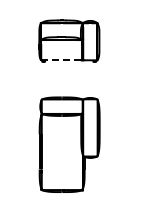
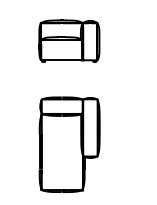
line at (60, 60): dashed -> solid
